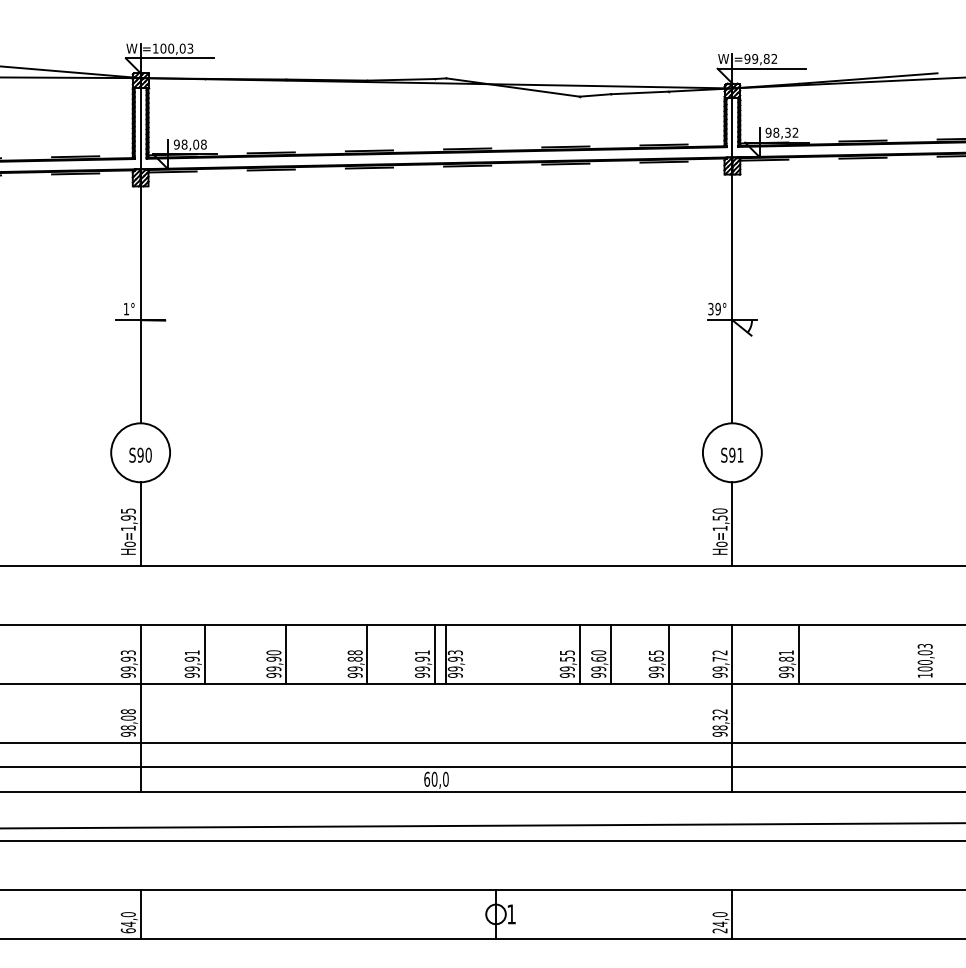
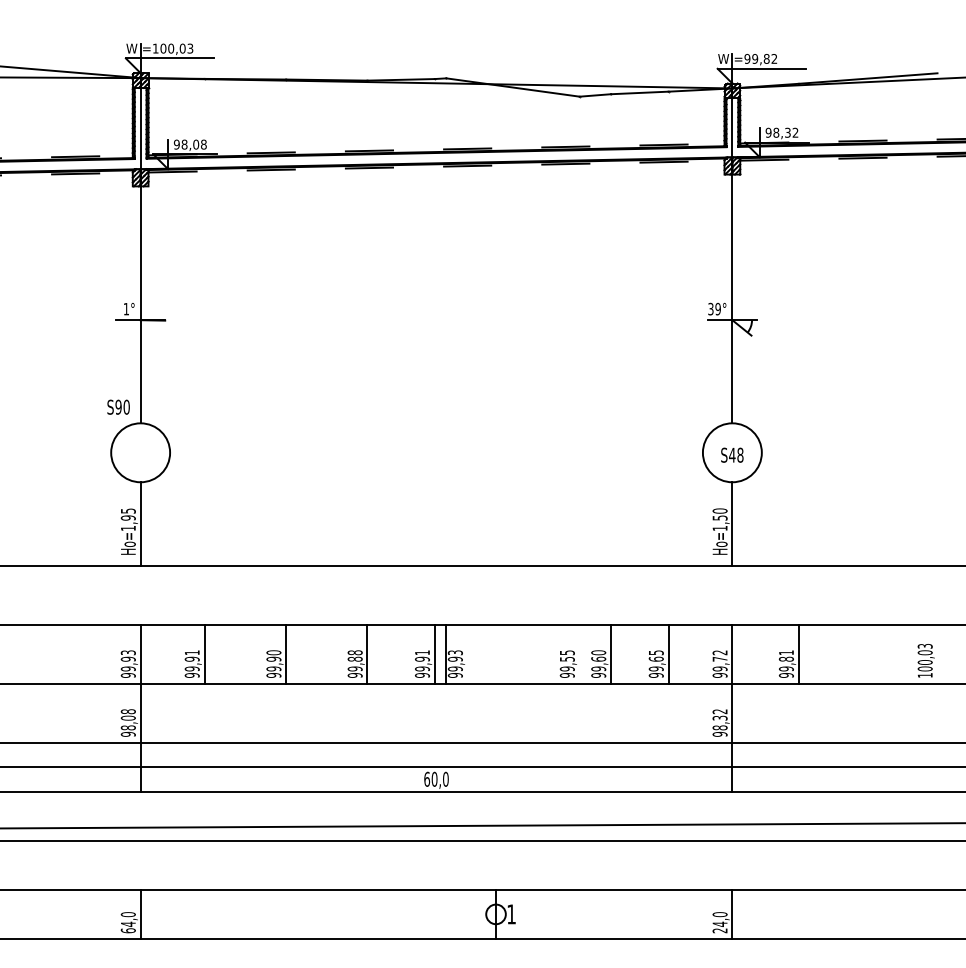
text at (140, 454) position: (140, 454) -> (118, 406)
text at (736, 454): S91 -> S48
line at (579, 653): present -> none
